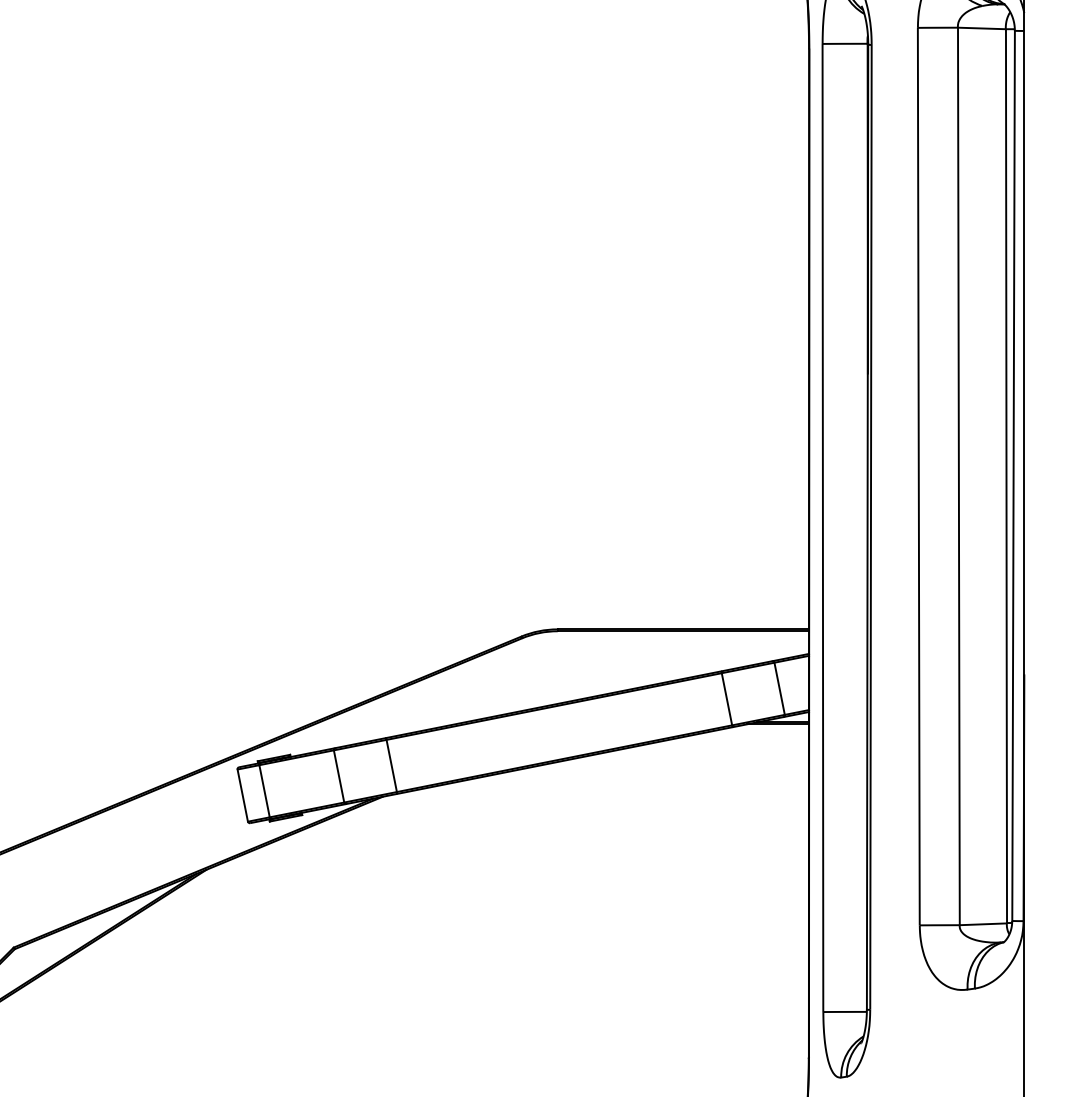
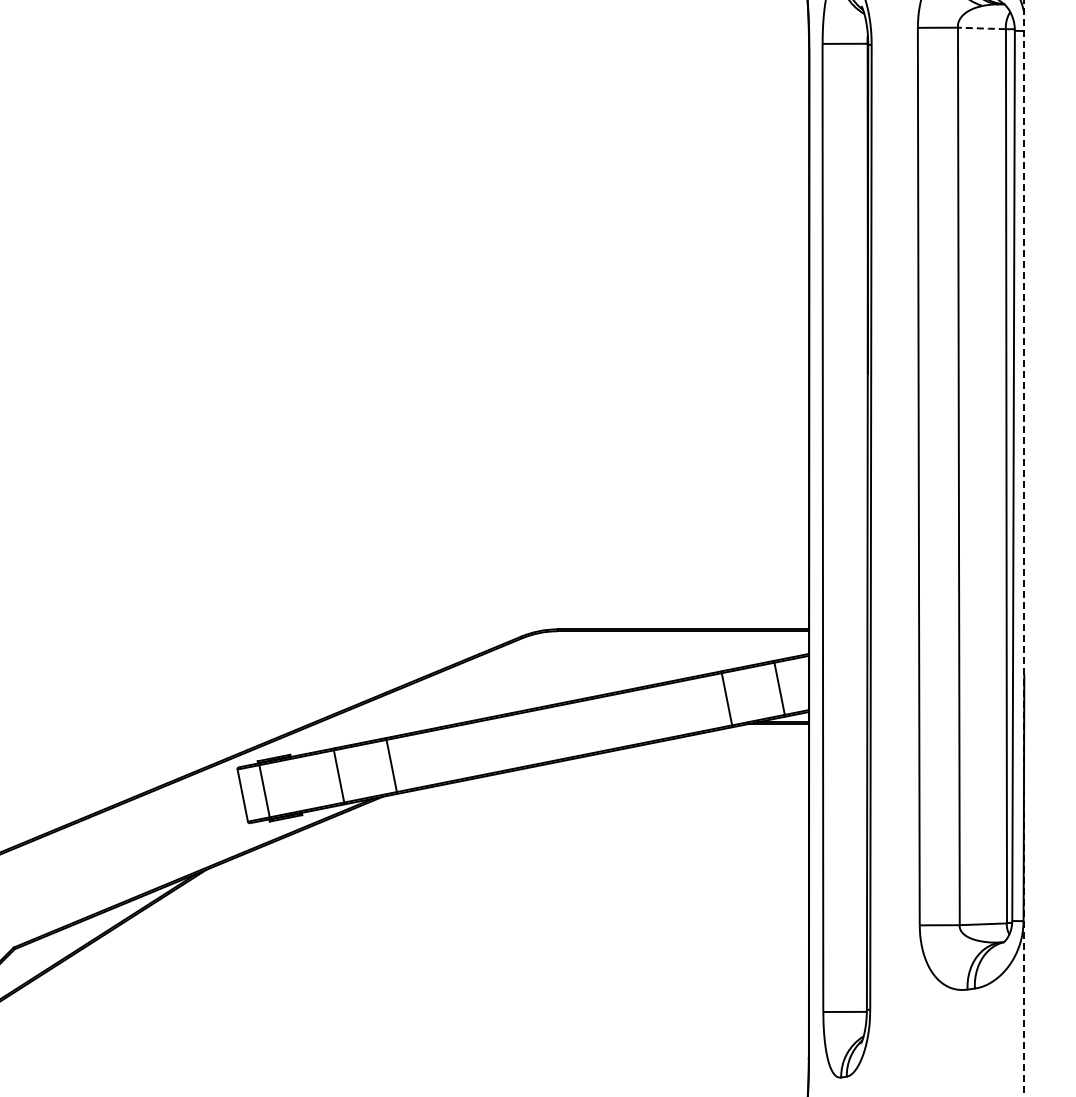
line at (982, 28): solid -> dashed
line at (1024, 548): solid -> dashed
